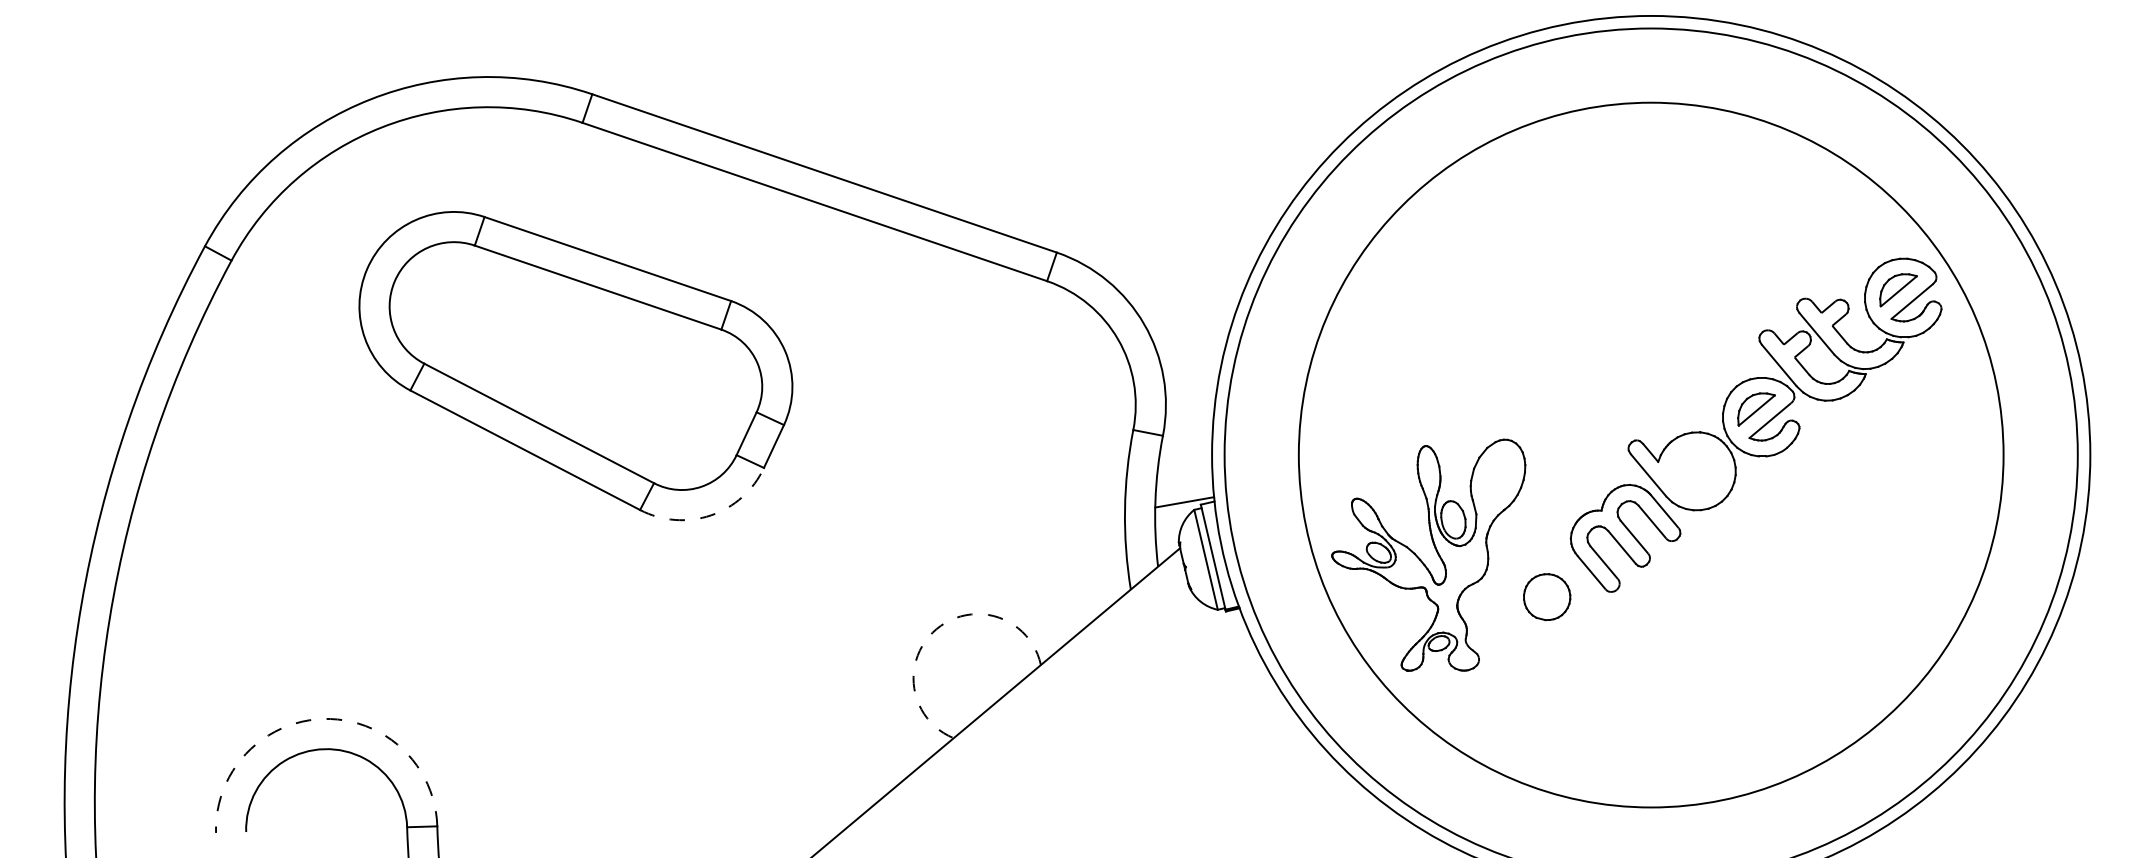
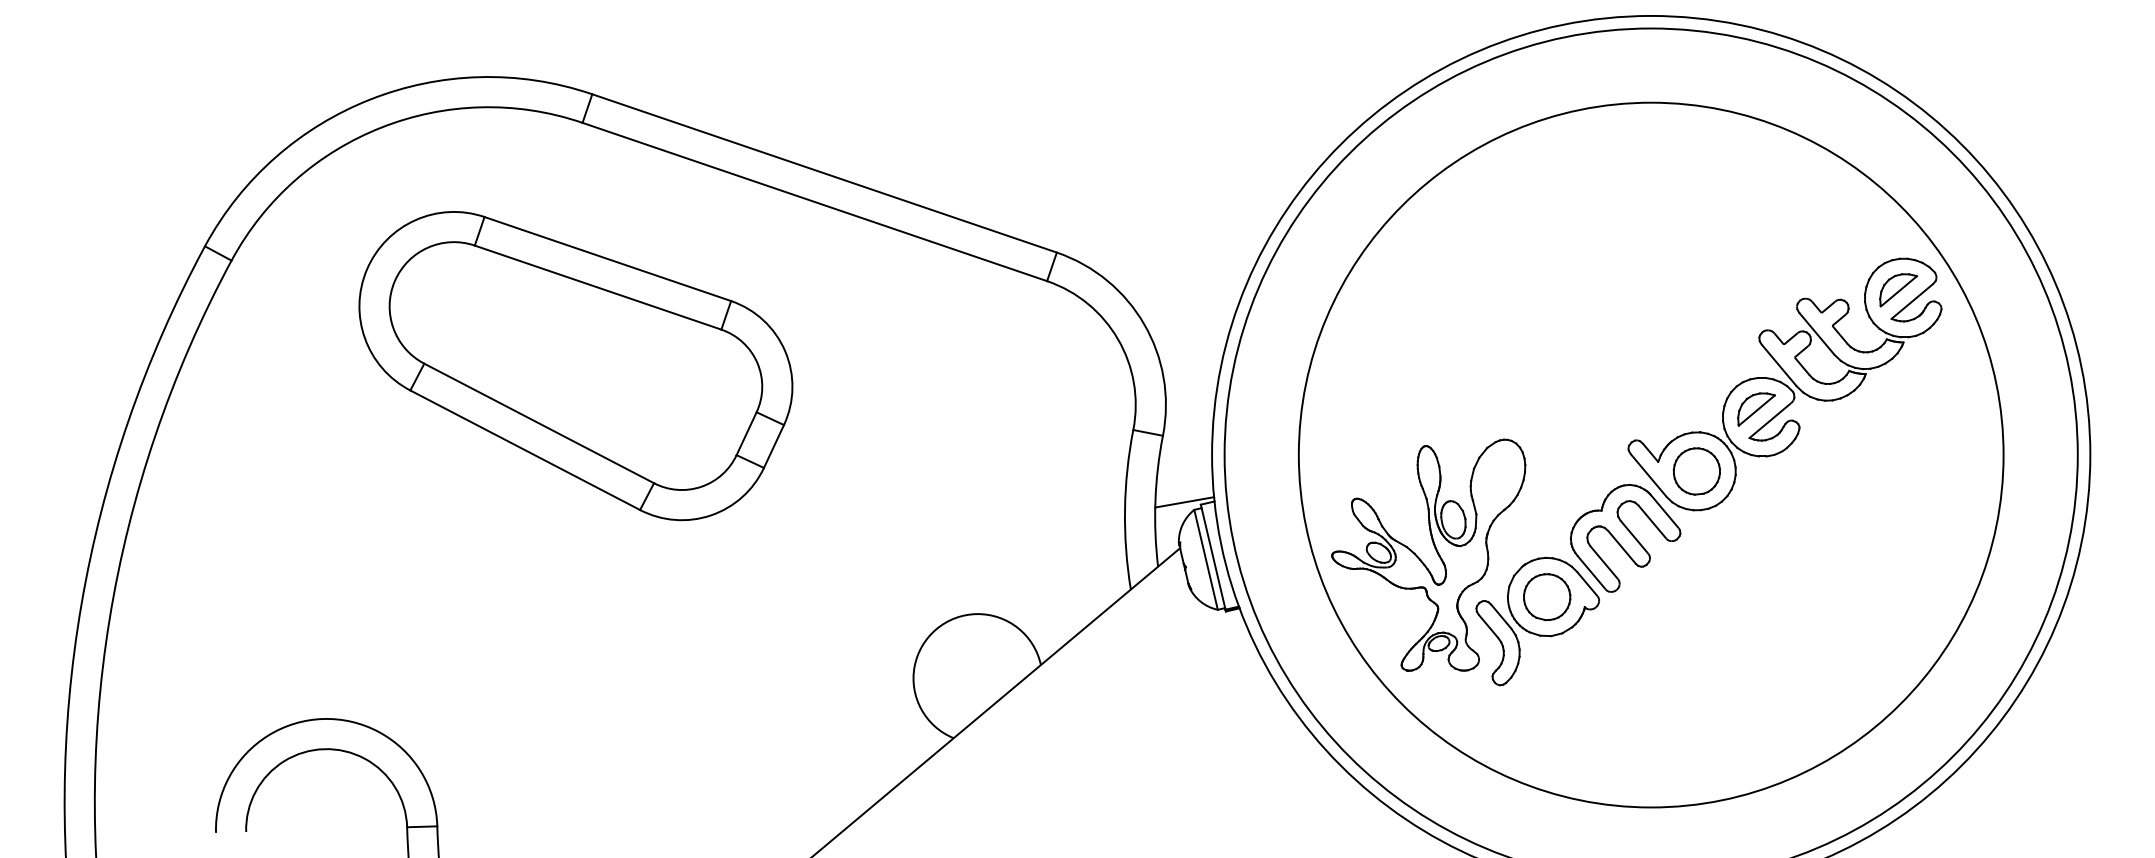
part at (1696, 471): none -> present
arc at (711, 515): dashed -> solid
part at (1537, 621): none -> present
arc at (936, 629): dashed -> solid
arc at (323, 718): dashed -> solid
